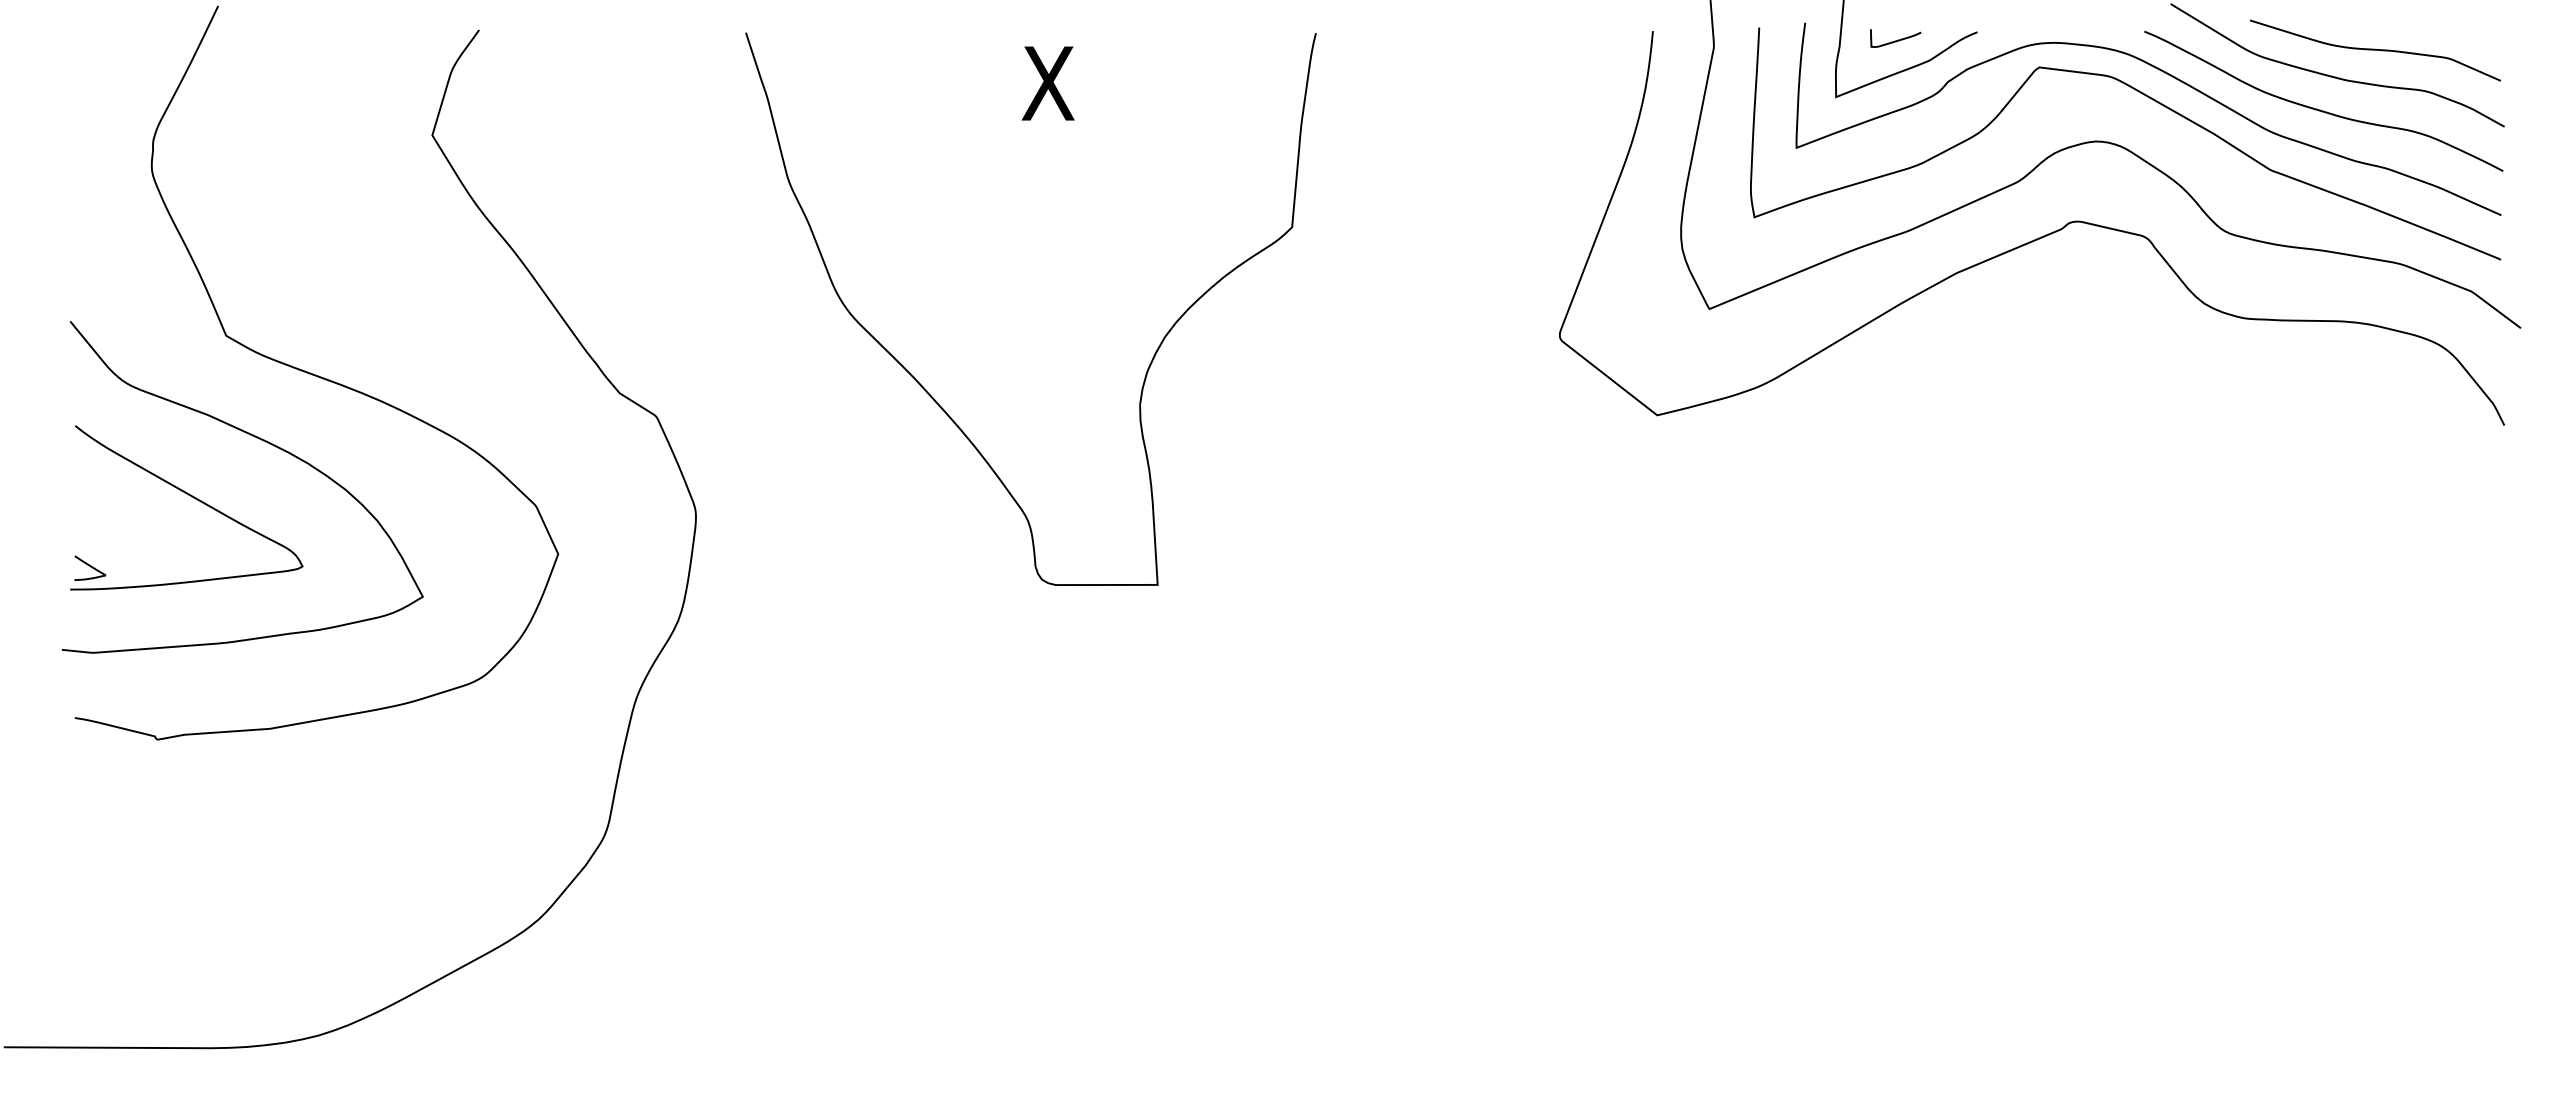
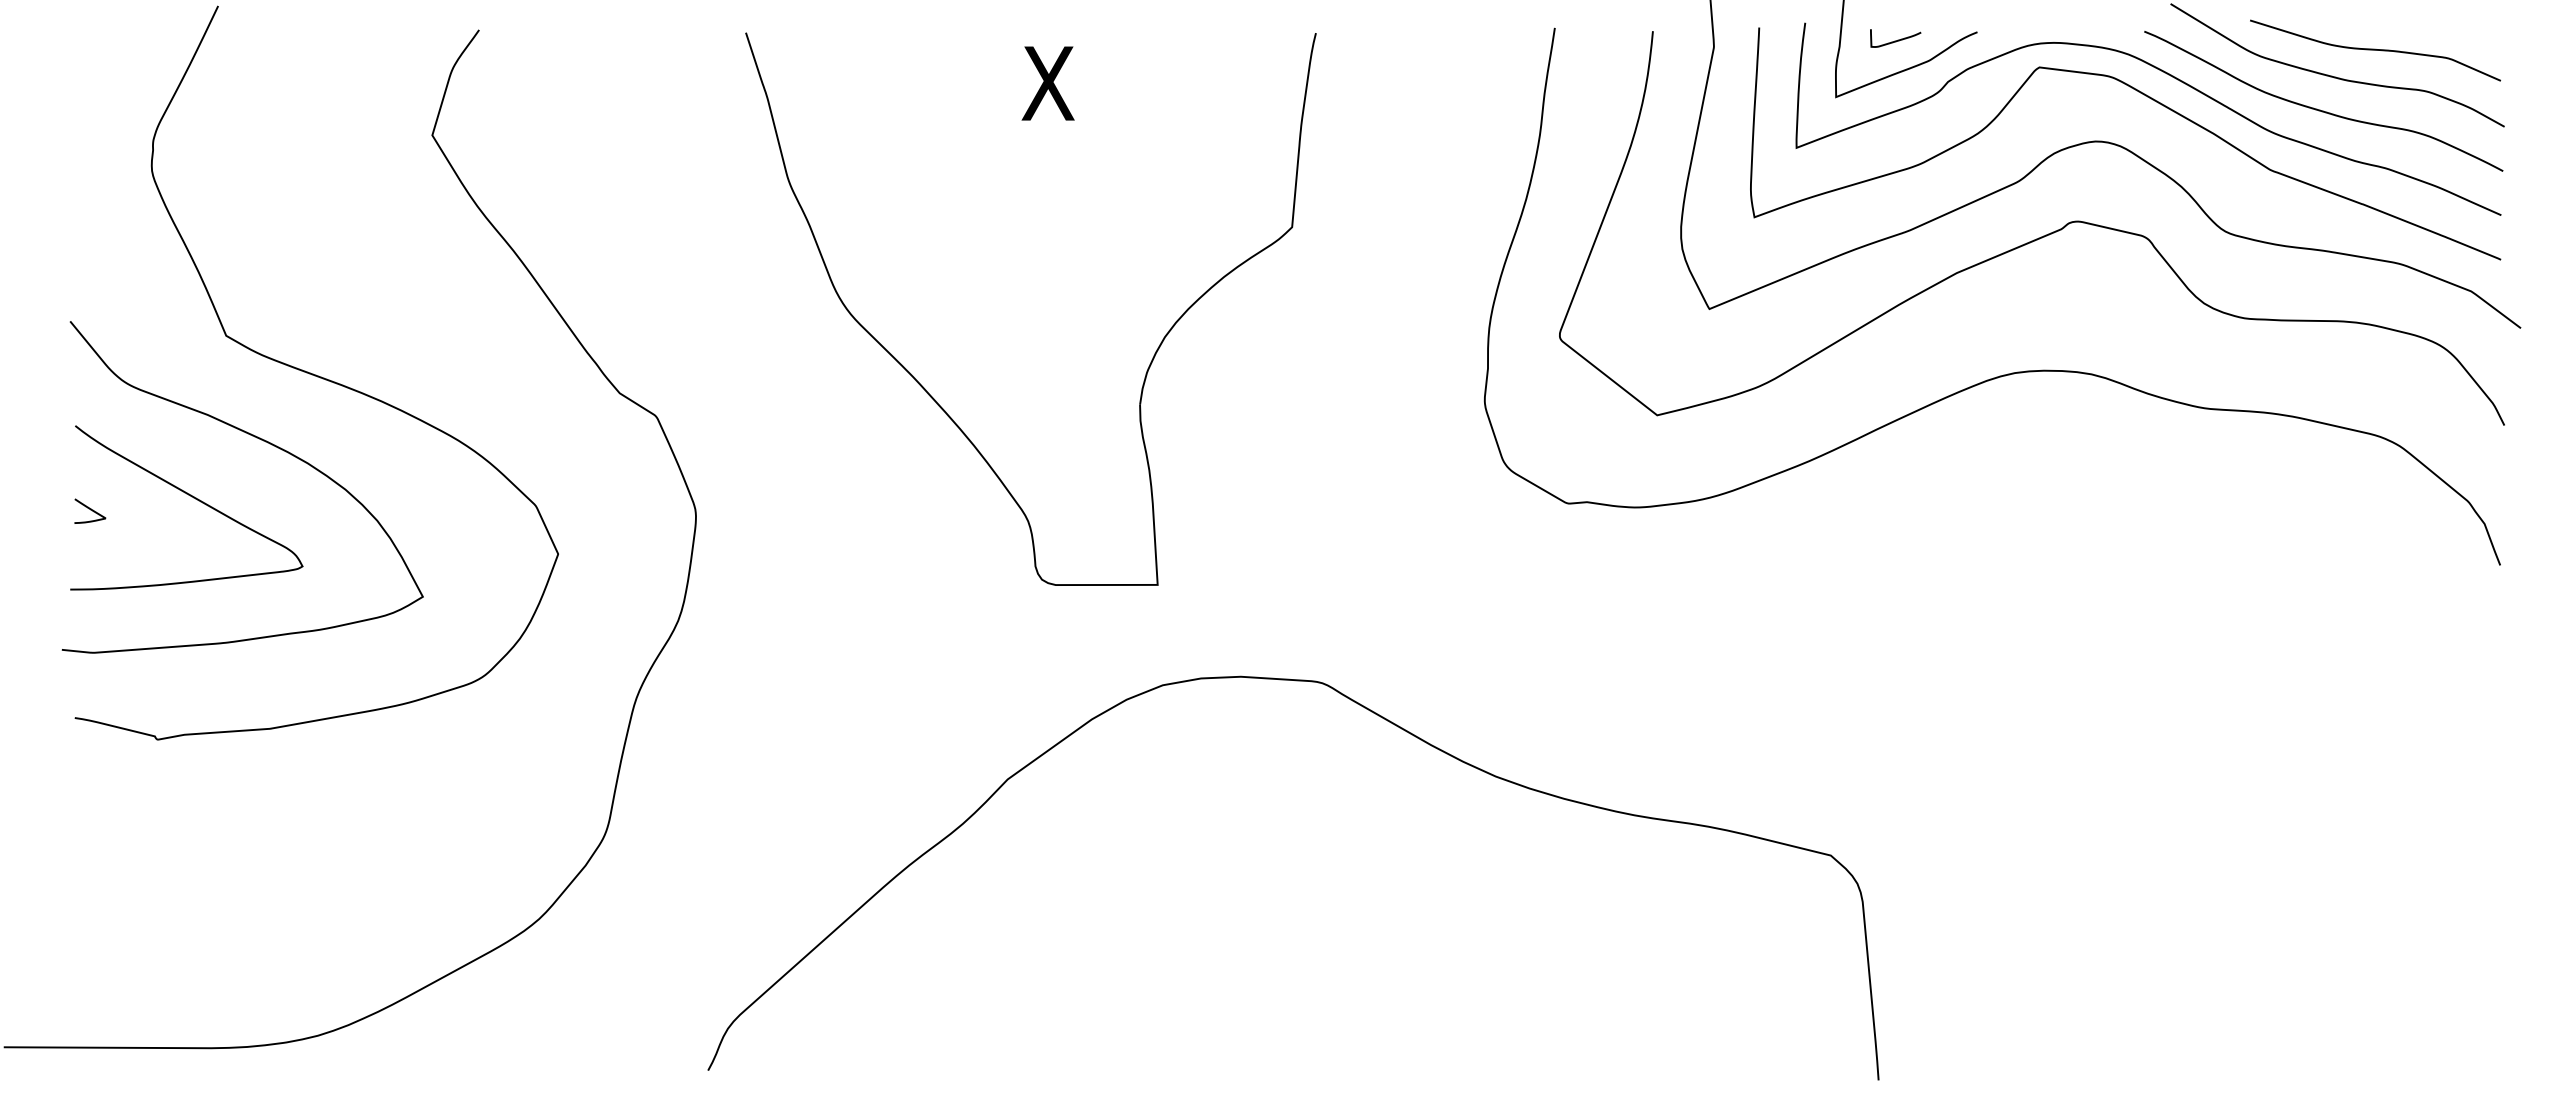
curve at (2007, 373): none -> present
curve at (90, 567) position: (90, 567) -> (90, 510)
curve at (1385, 720): none -> present
